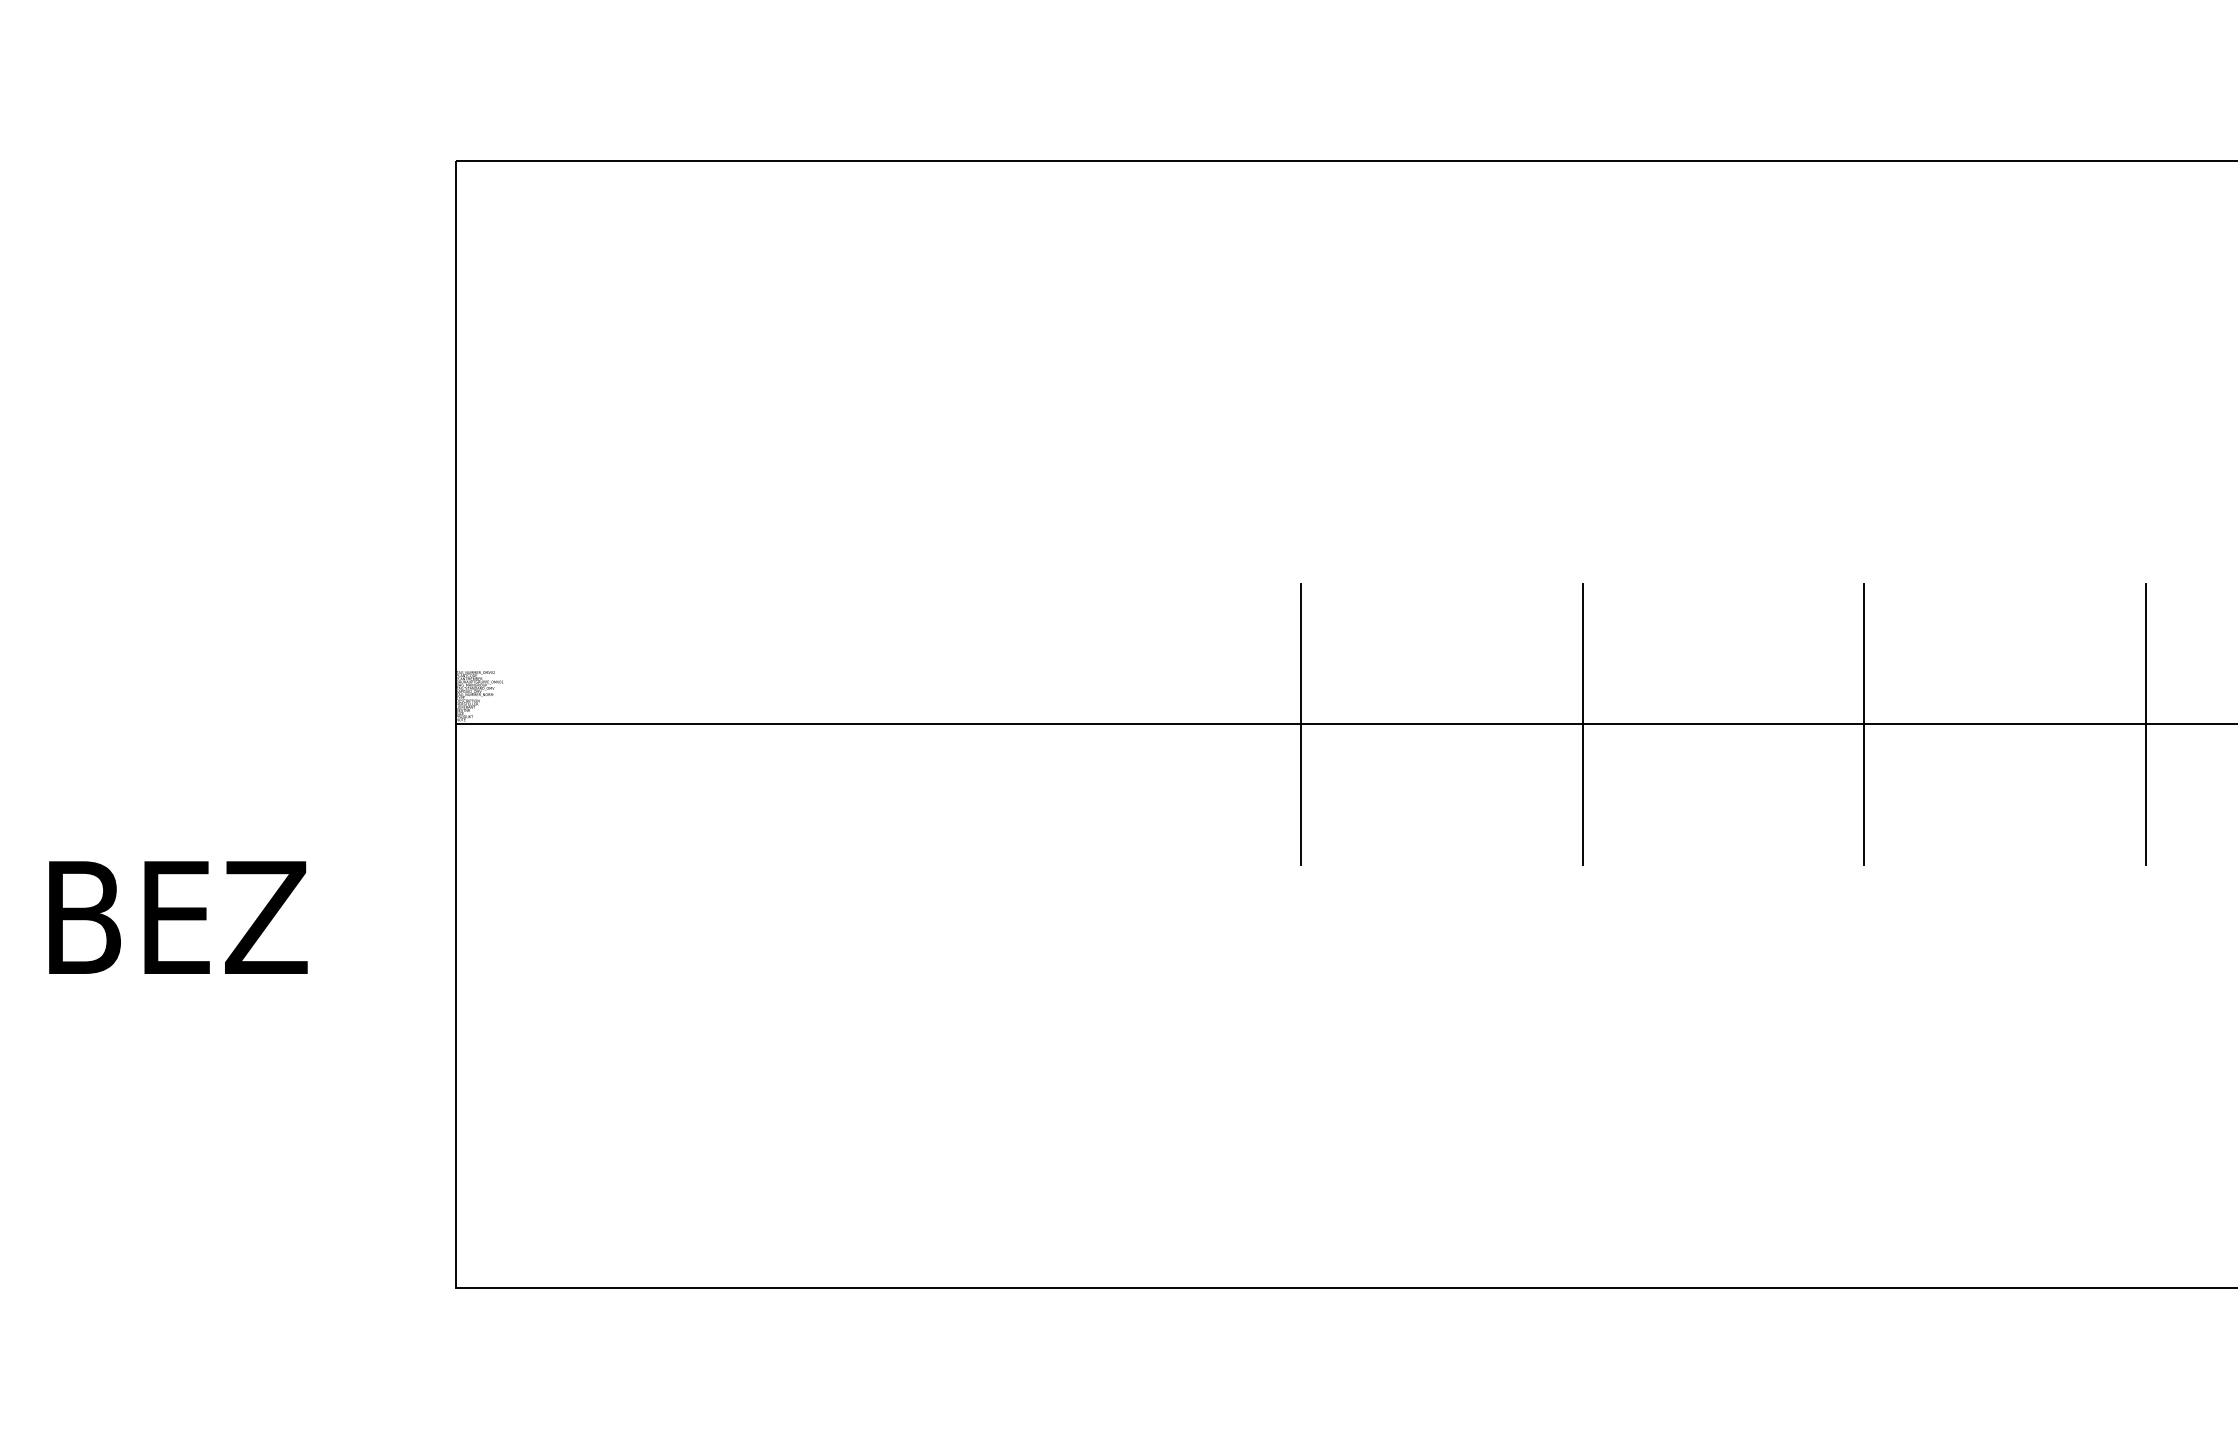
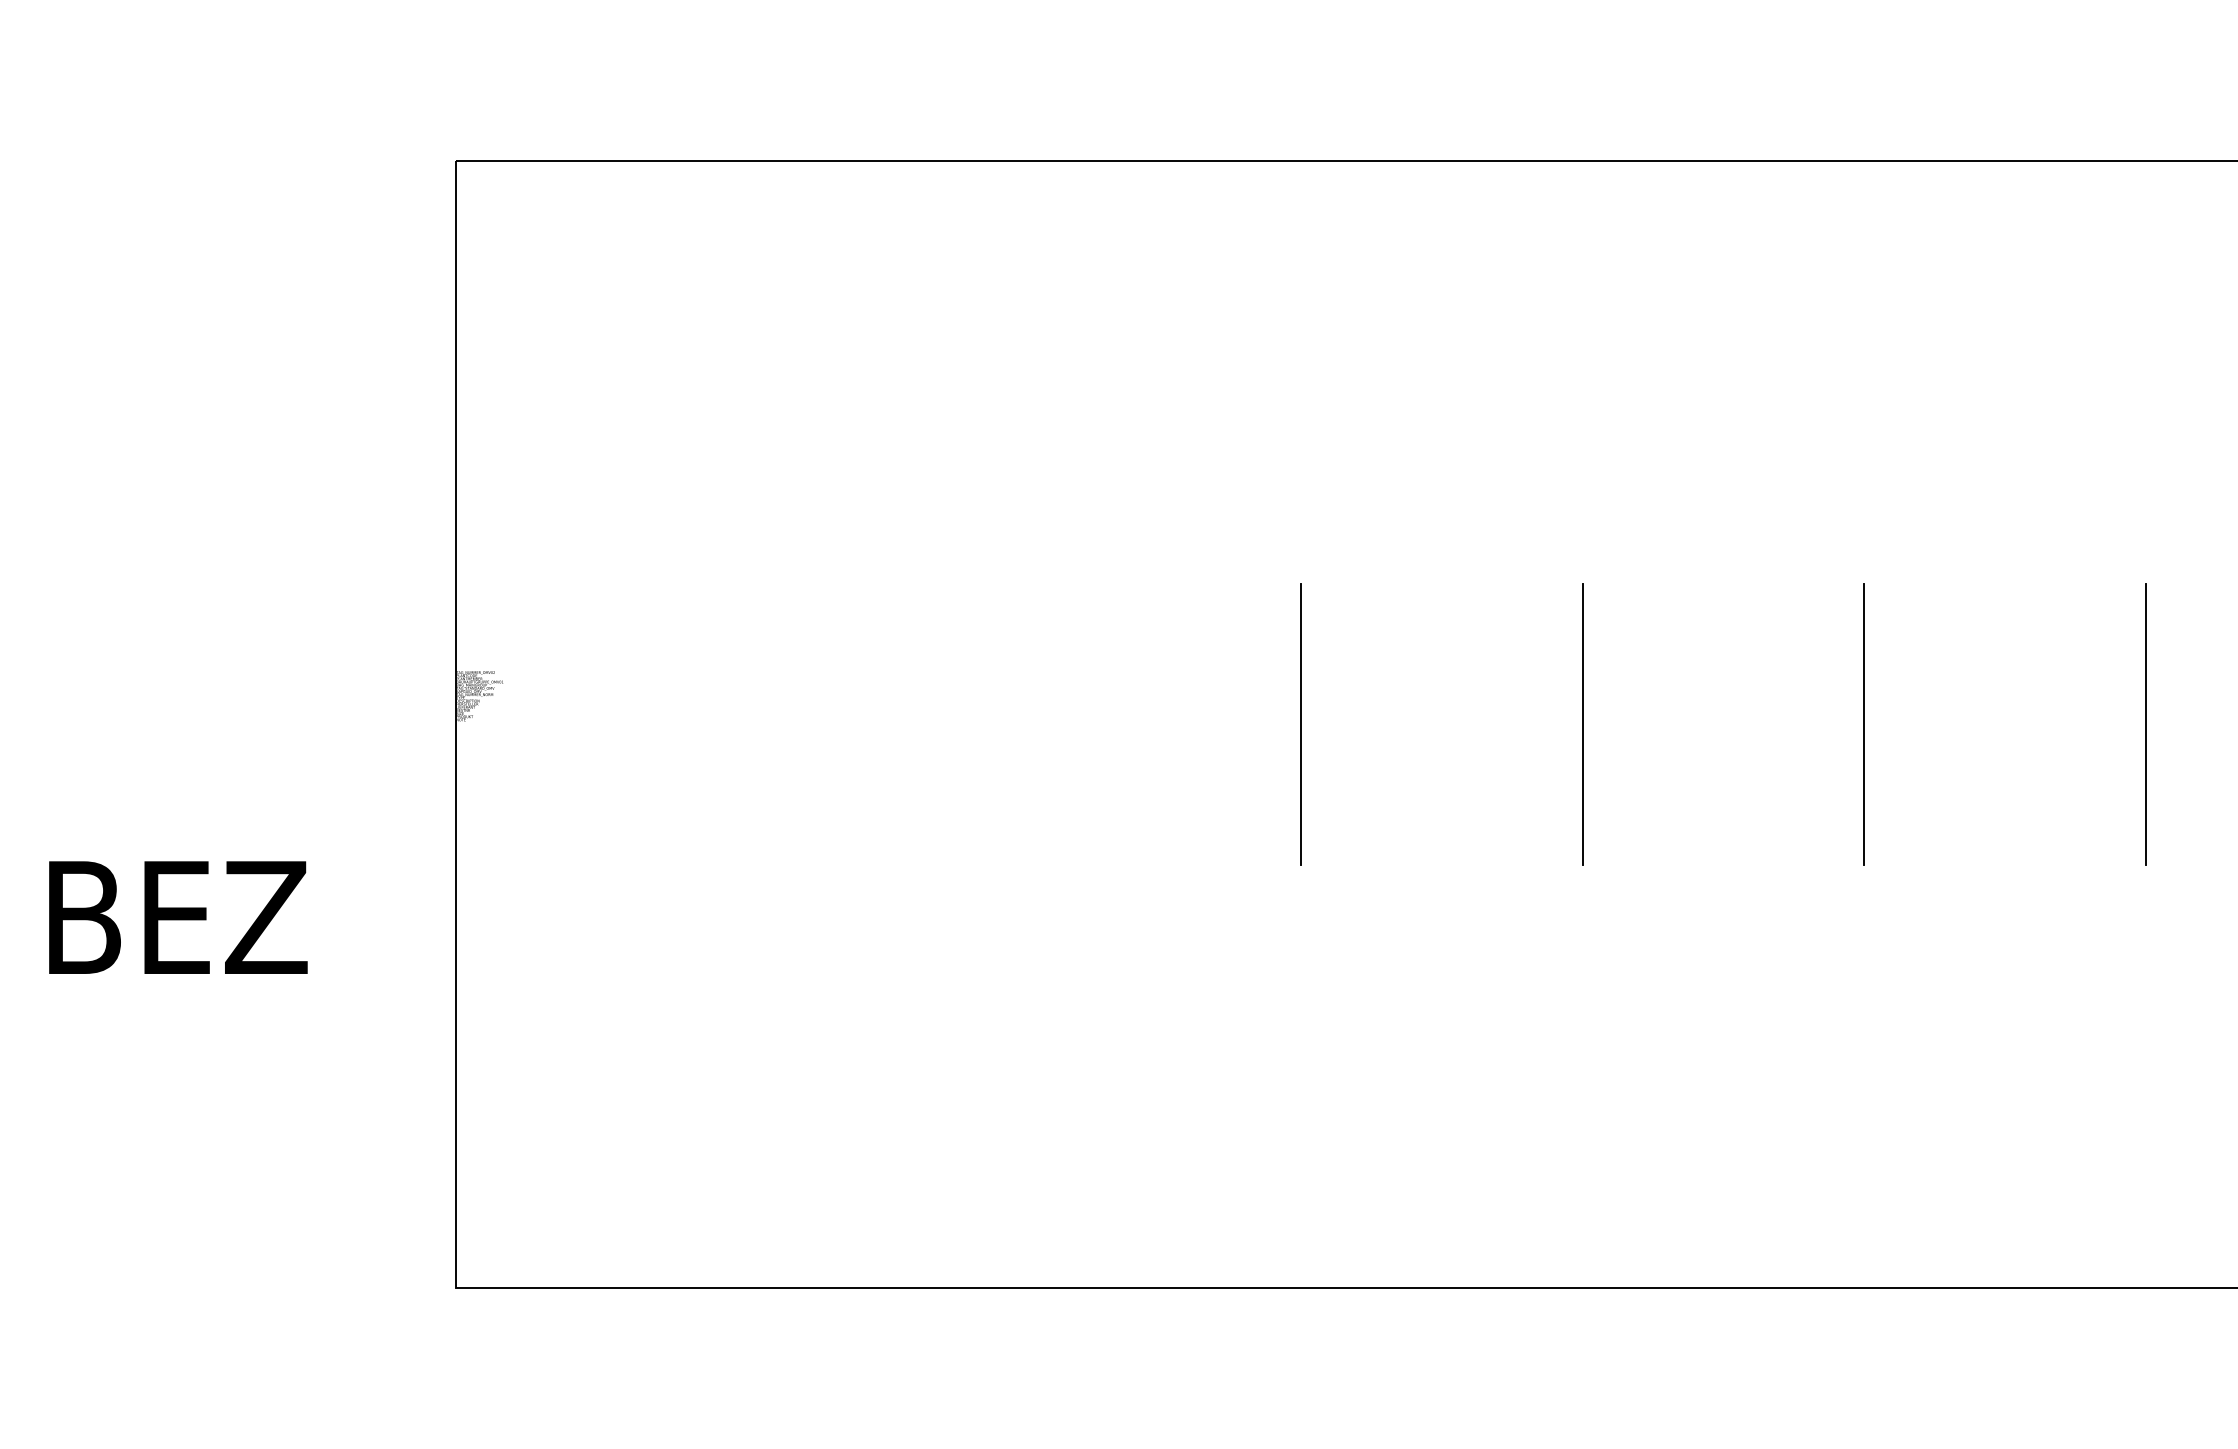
line at (1345, 724): present -> none
